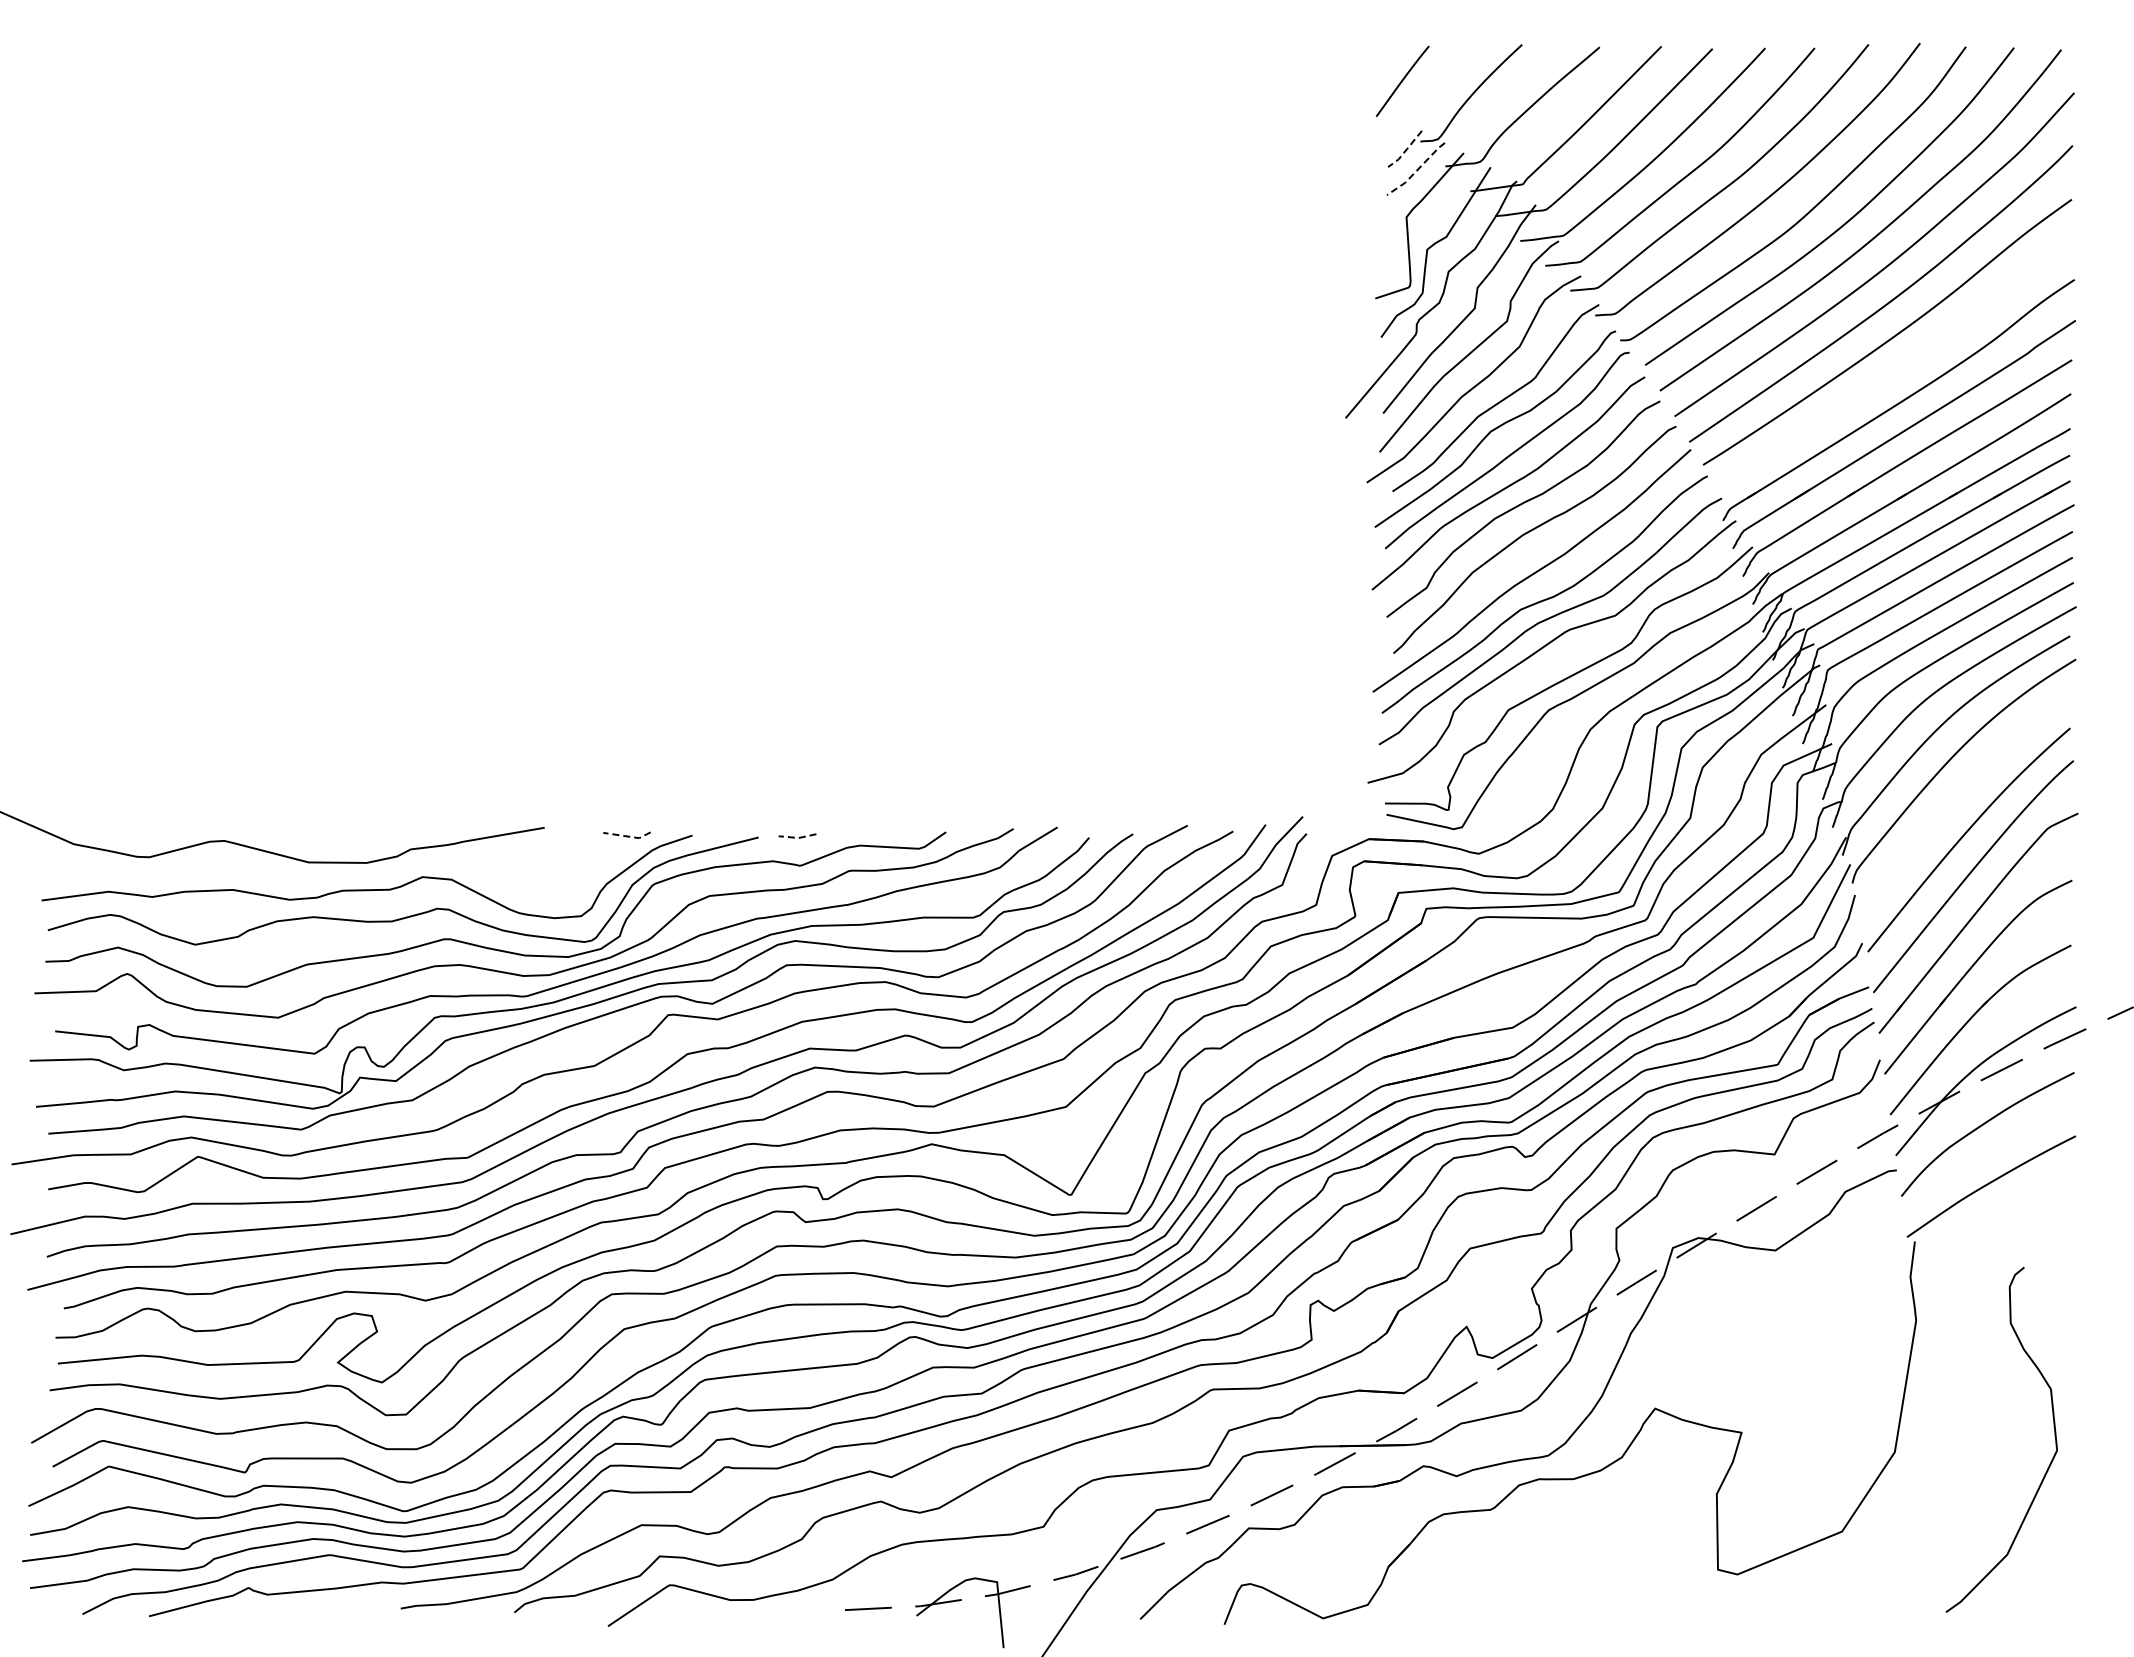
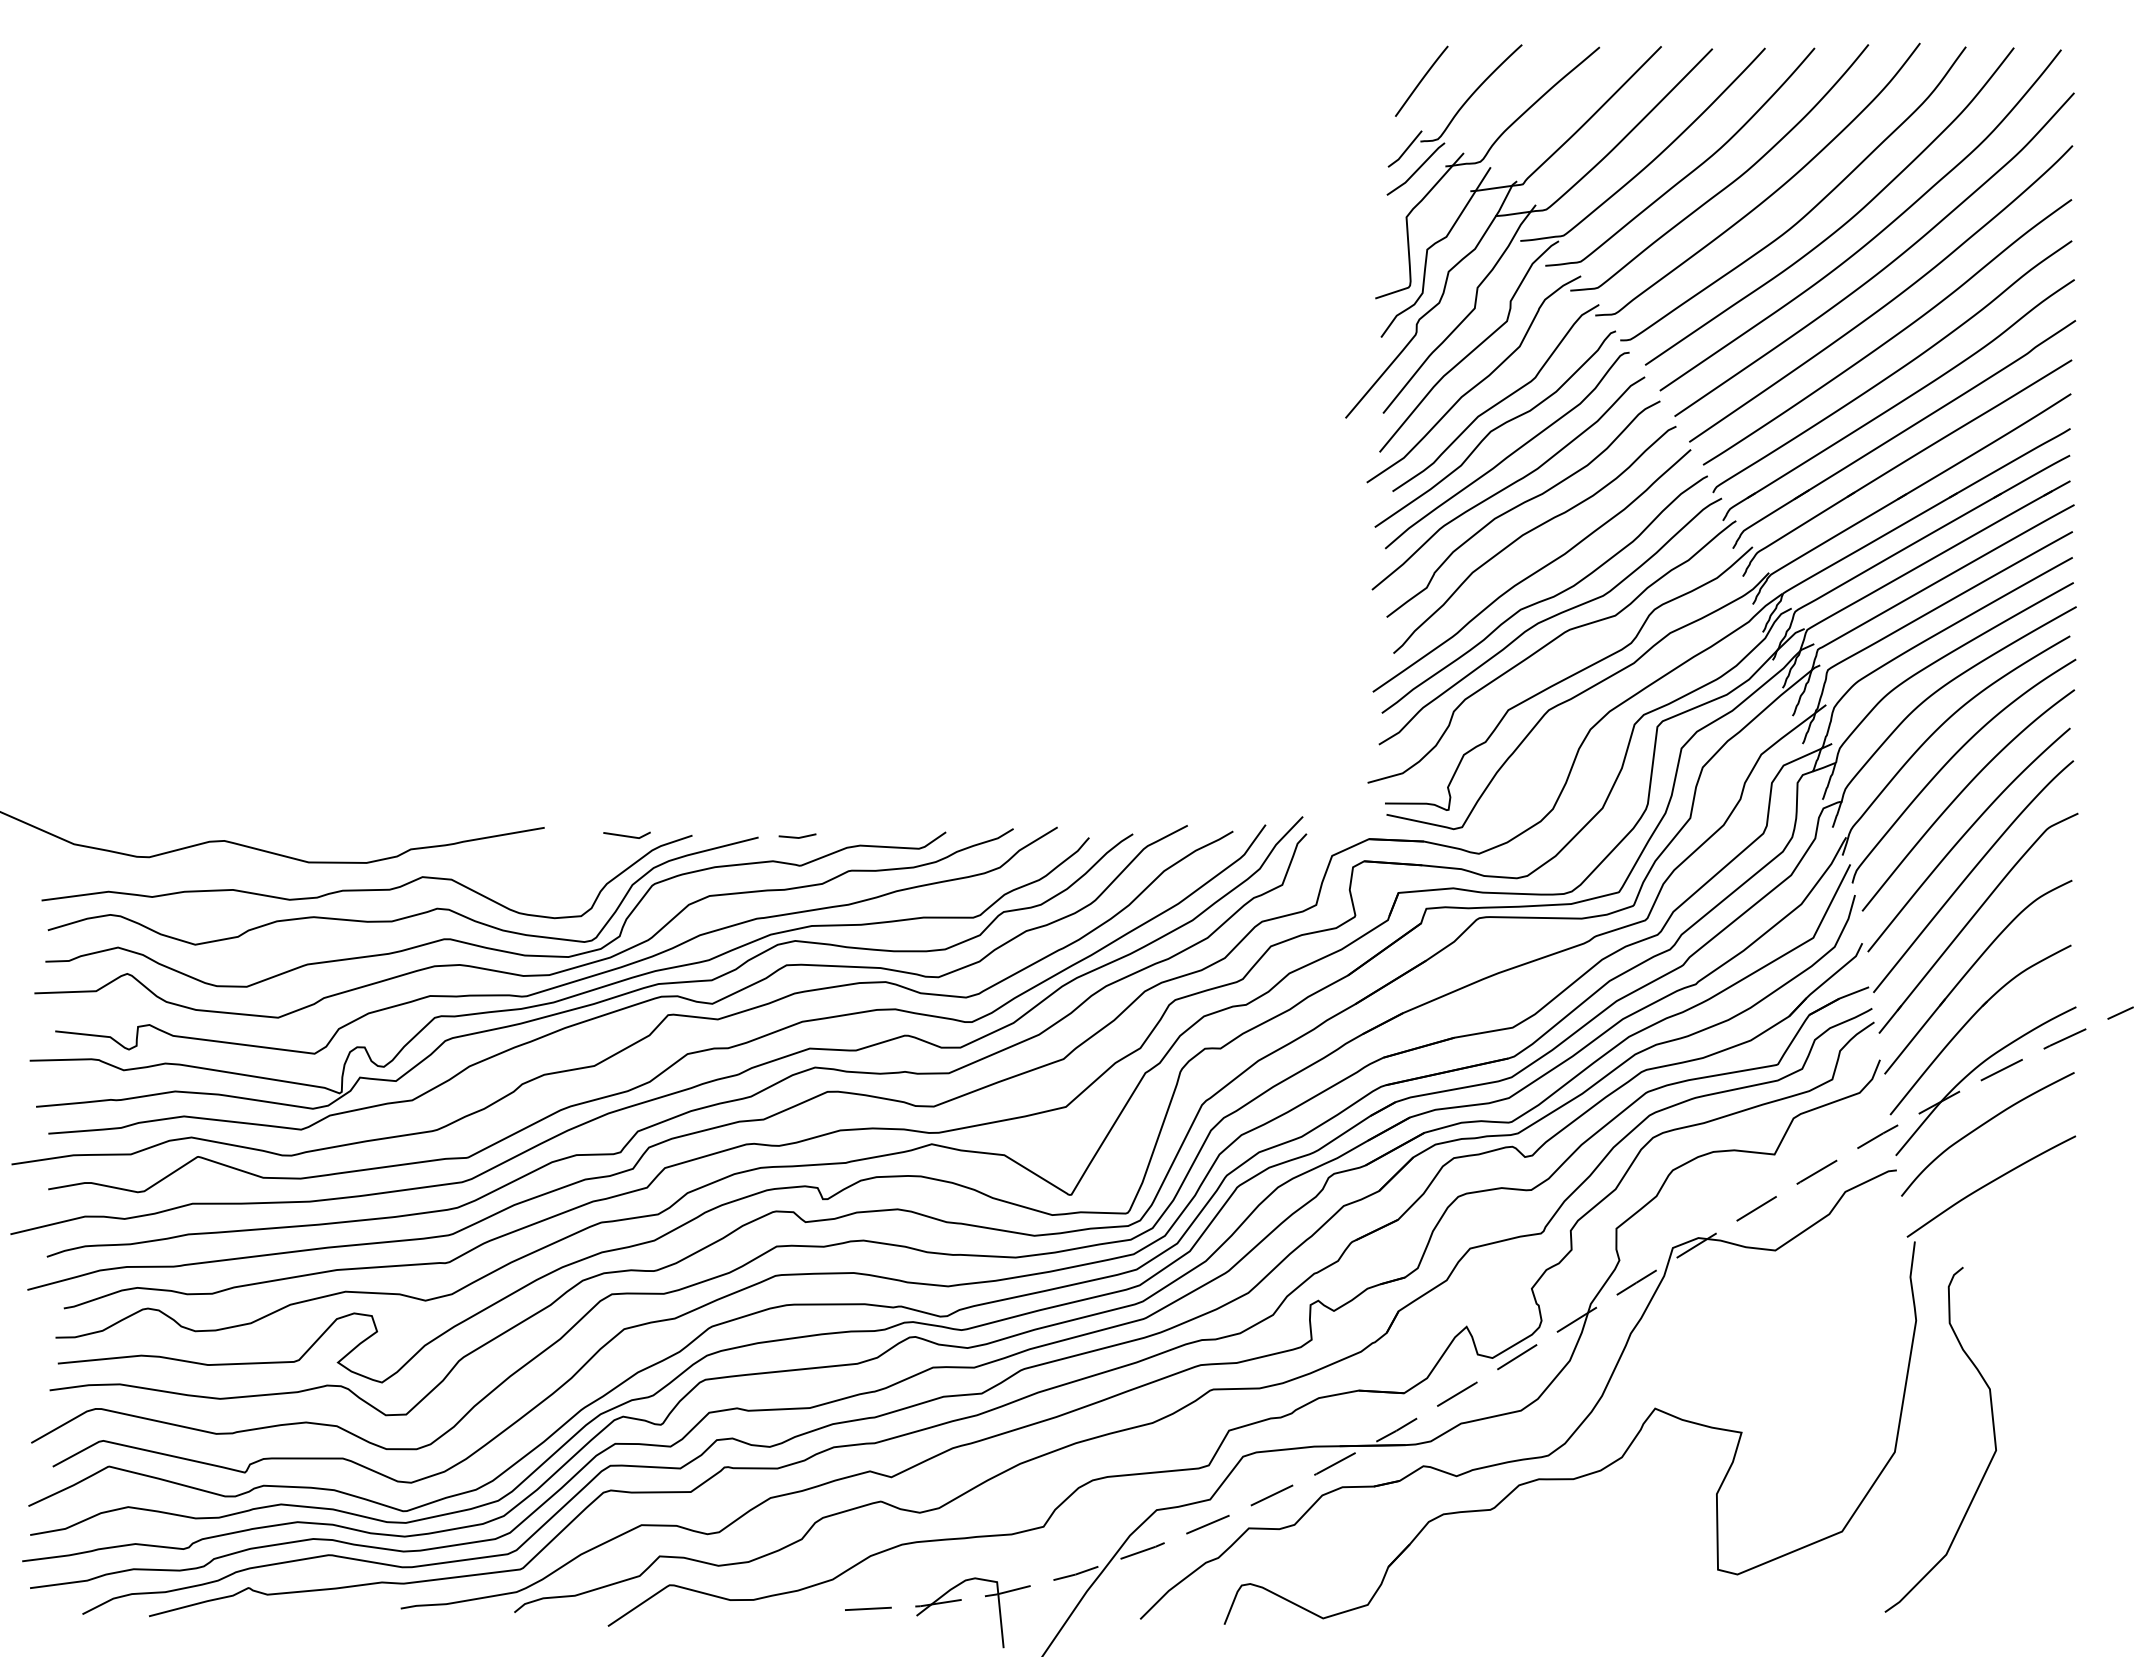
line at (1402, 80) position: (1402, 80) -> (1421, 80)
line at (1405, 150): dashed -> solid
line at (1416, 170): dashed -> solid
curve at (1894, 371): none -> present
curve at (1961, 793): none -> present
line at (627, 836): dashed -> solid
line at (797, 837): dashed -> solid
curve at (2054, 1436) position: (2054, 1436) -> (1993, 1436)
